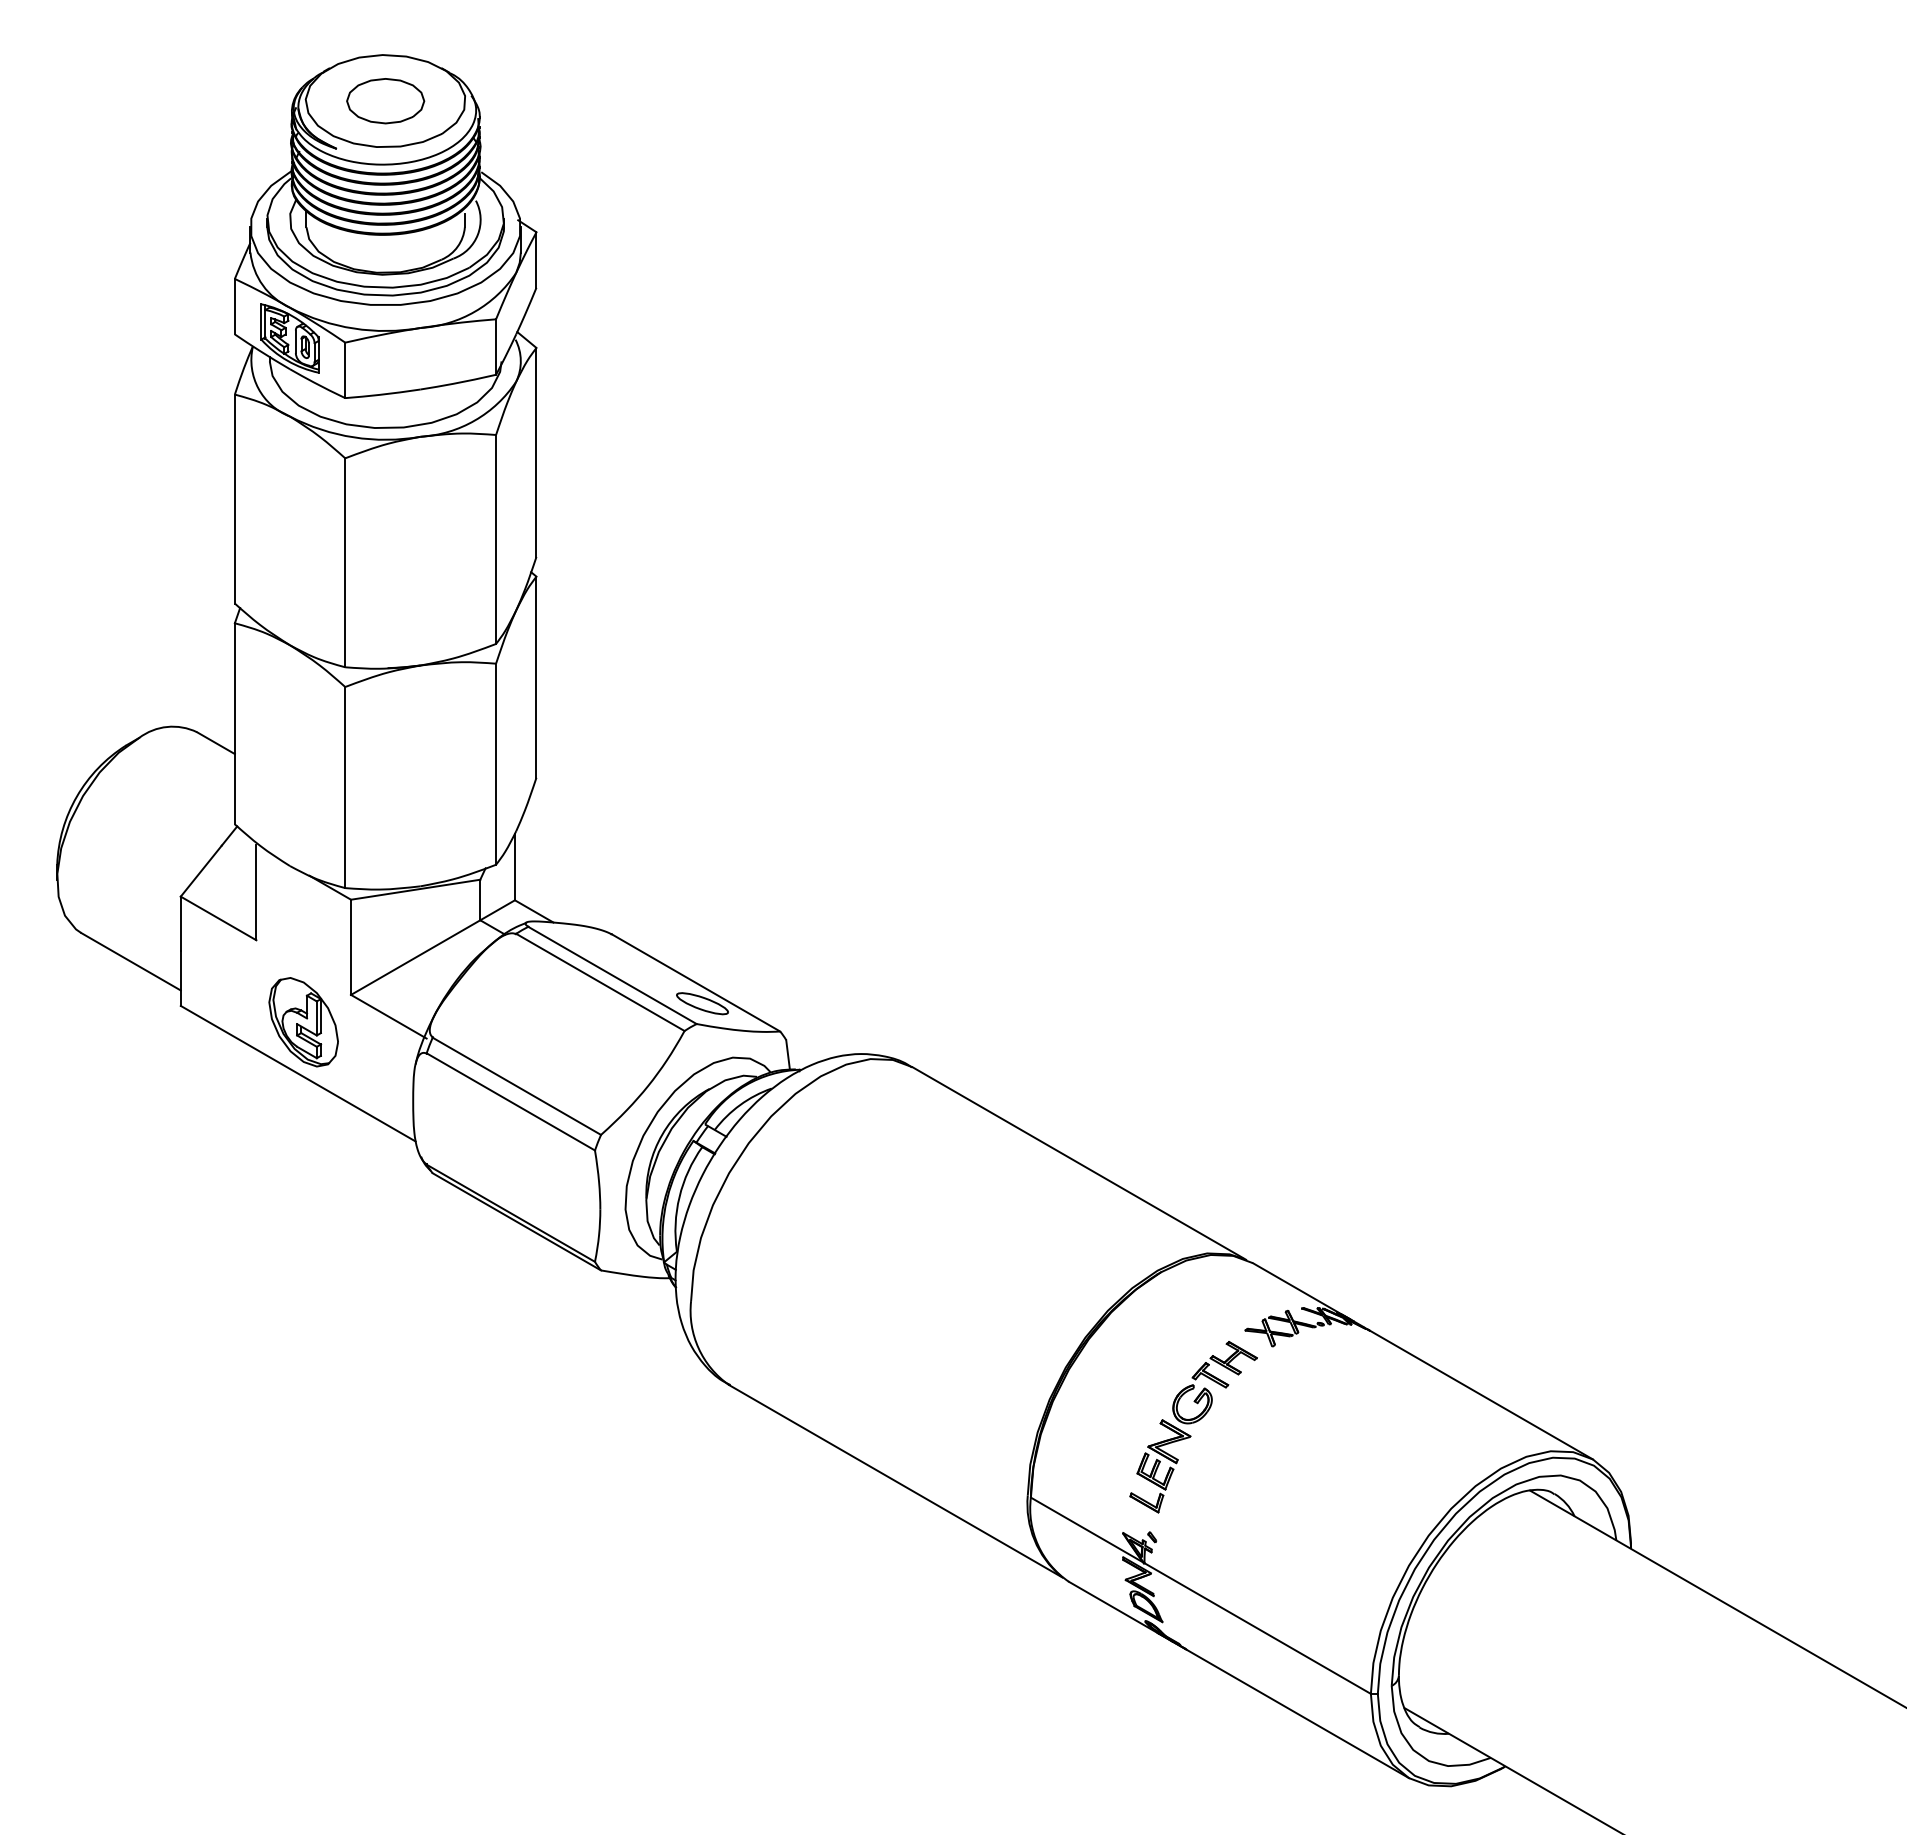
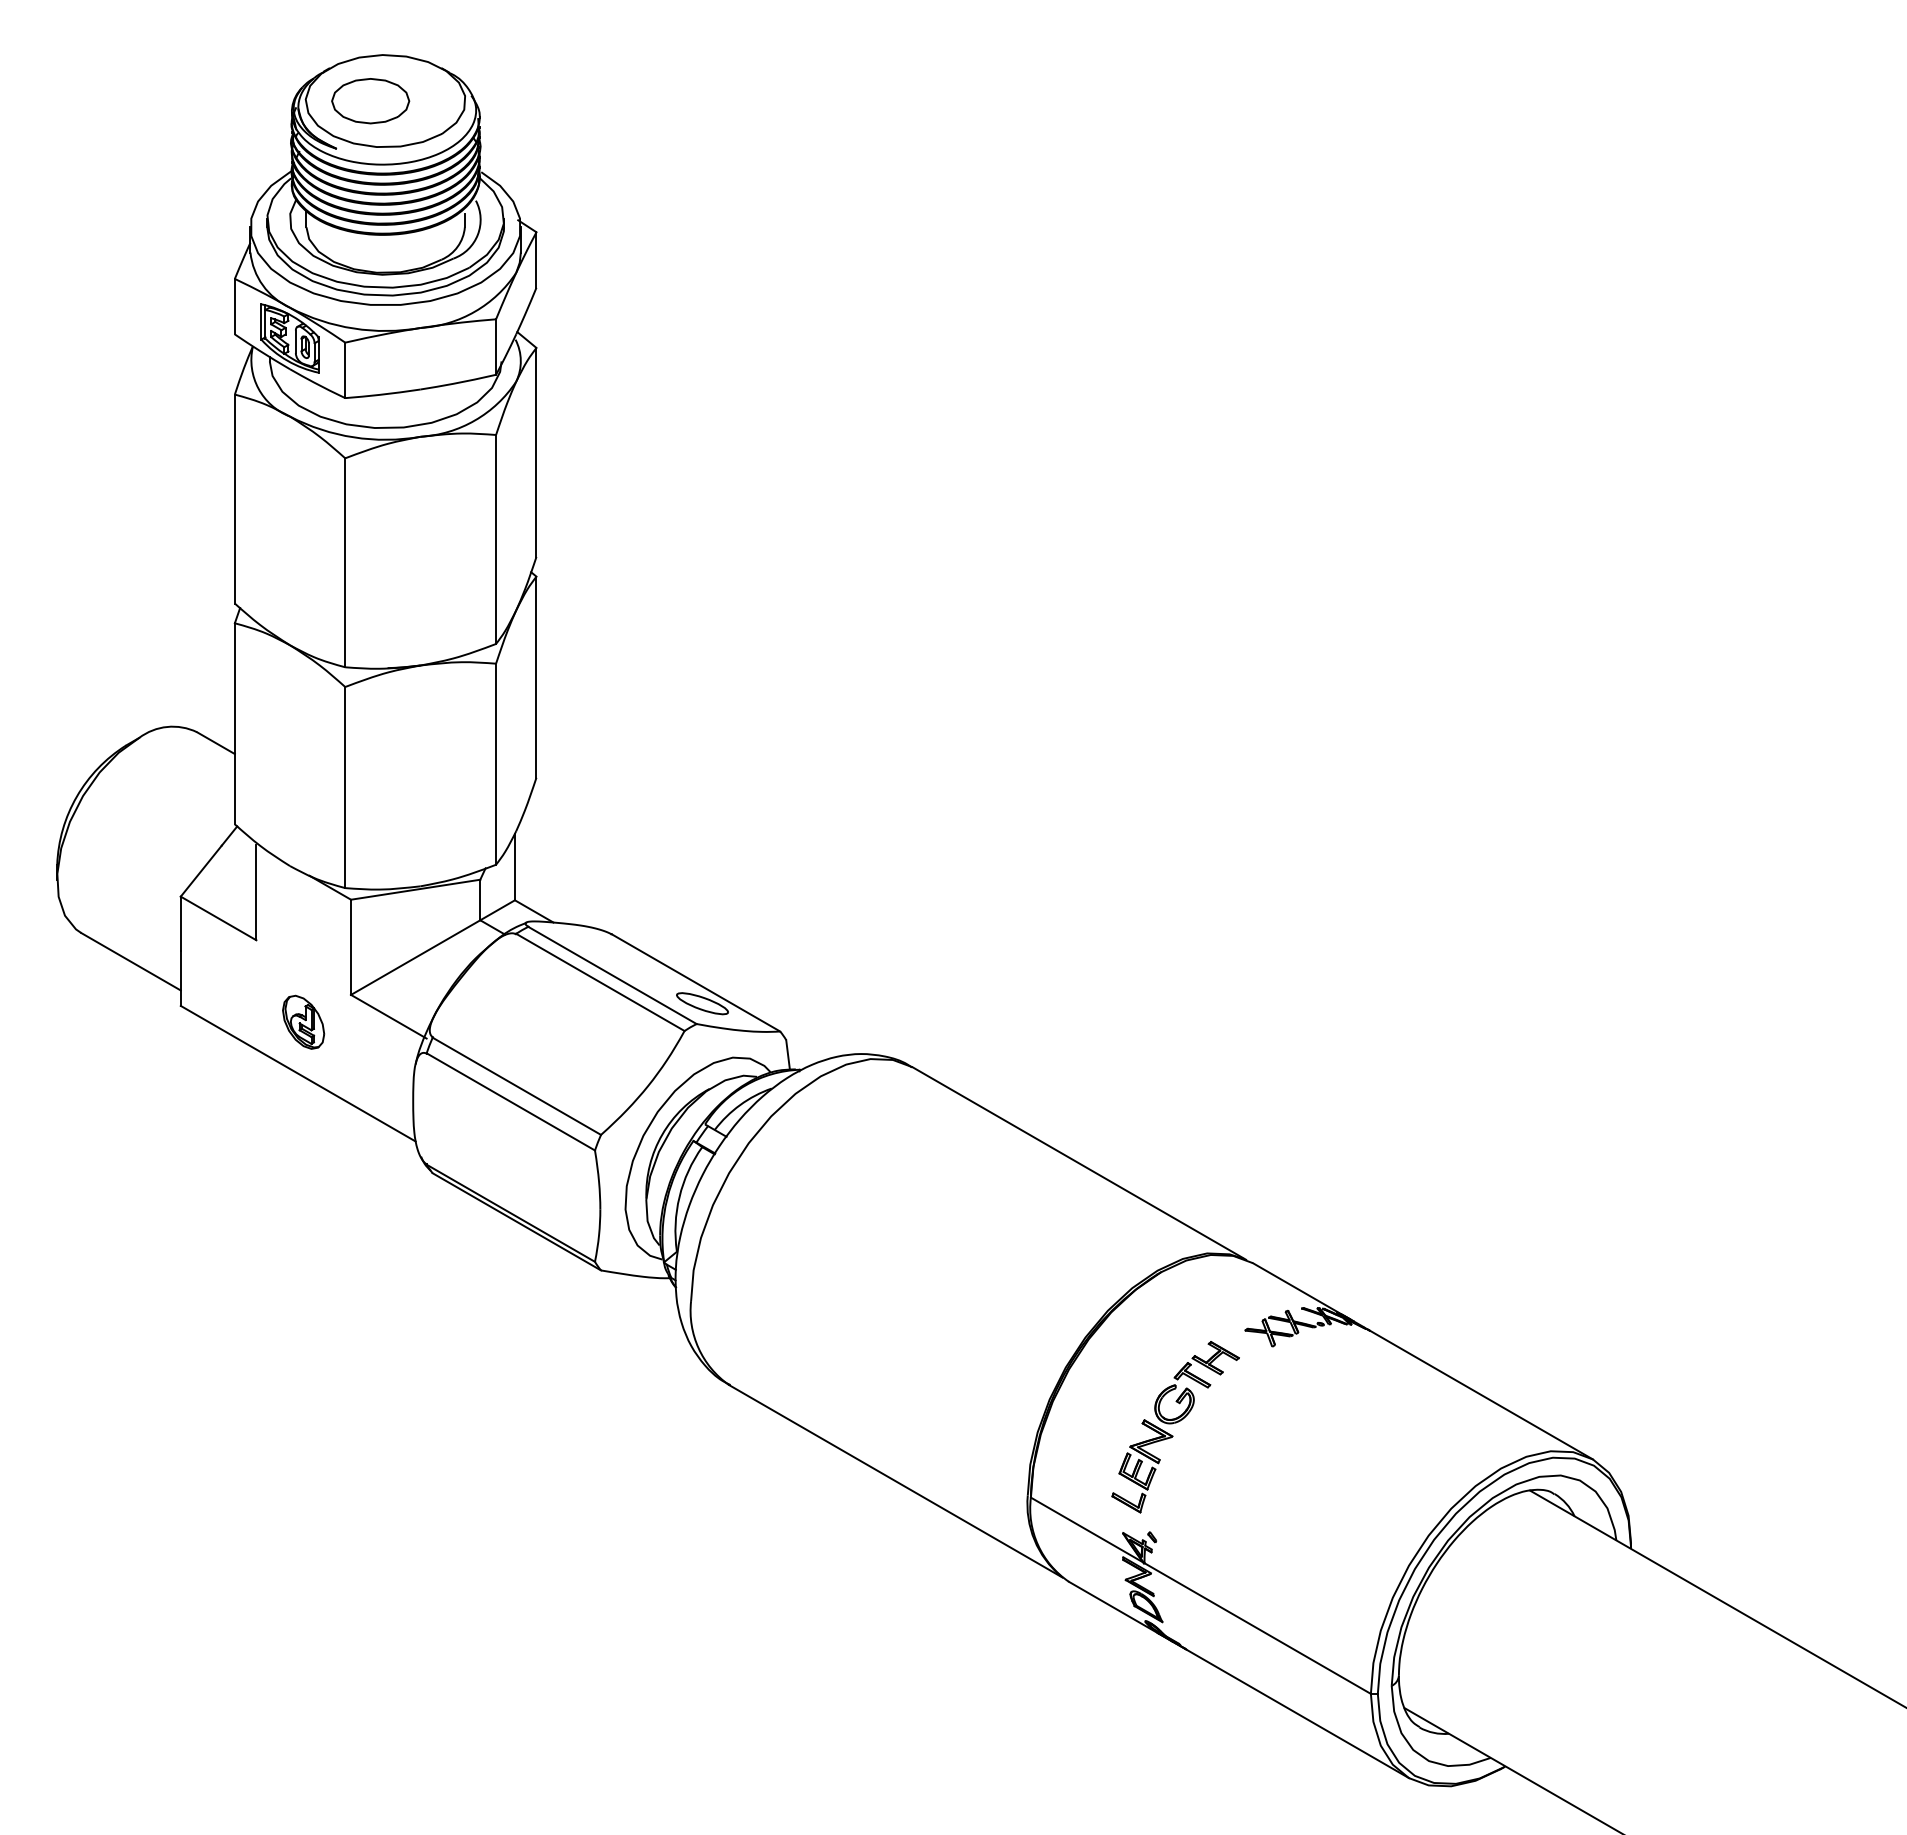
part at (385, 101) position: (385, 101) -> (370, 101)
part at (303, 1022) size: 71x91 px -> 44x56 px
part at (1193, 1427) position: (1193, 1427) -> (1175, 1427)
